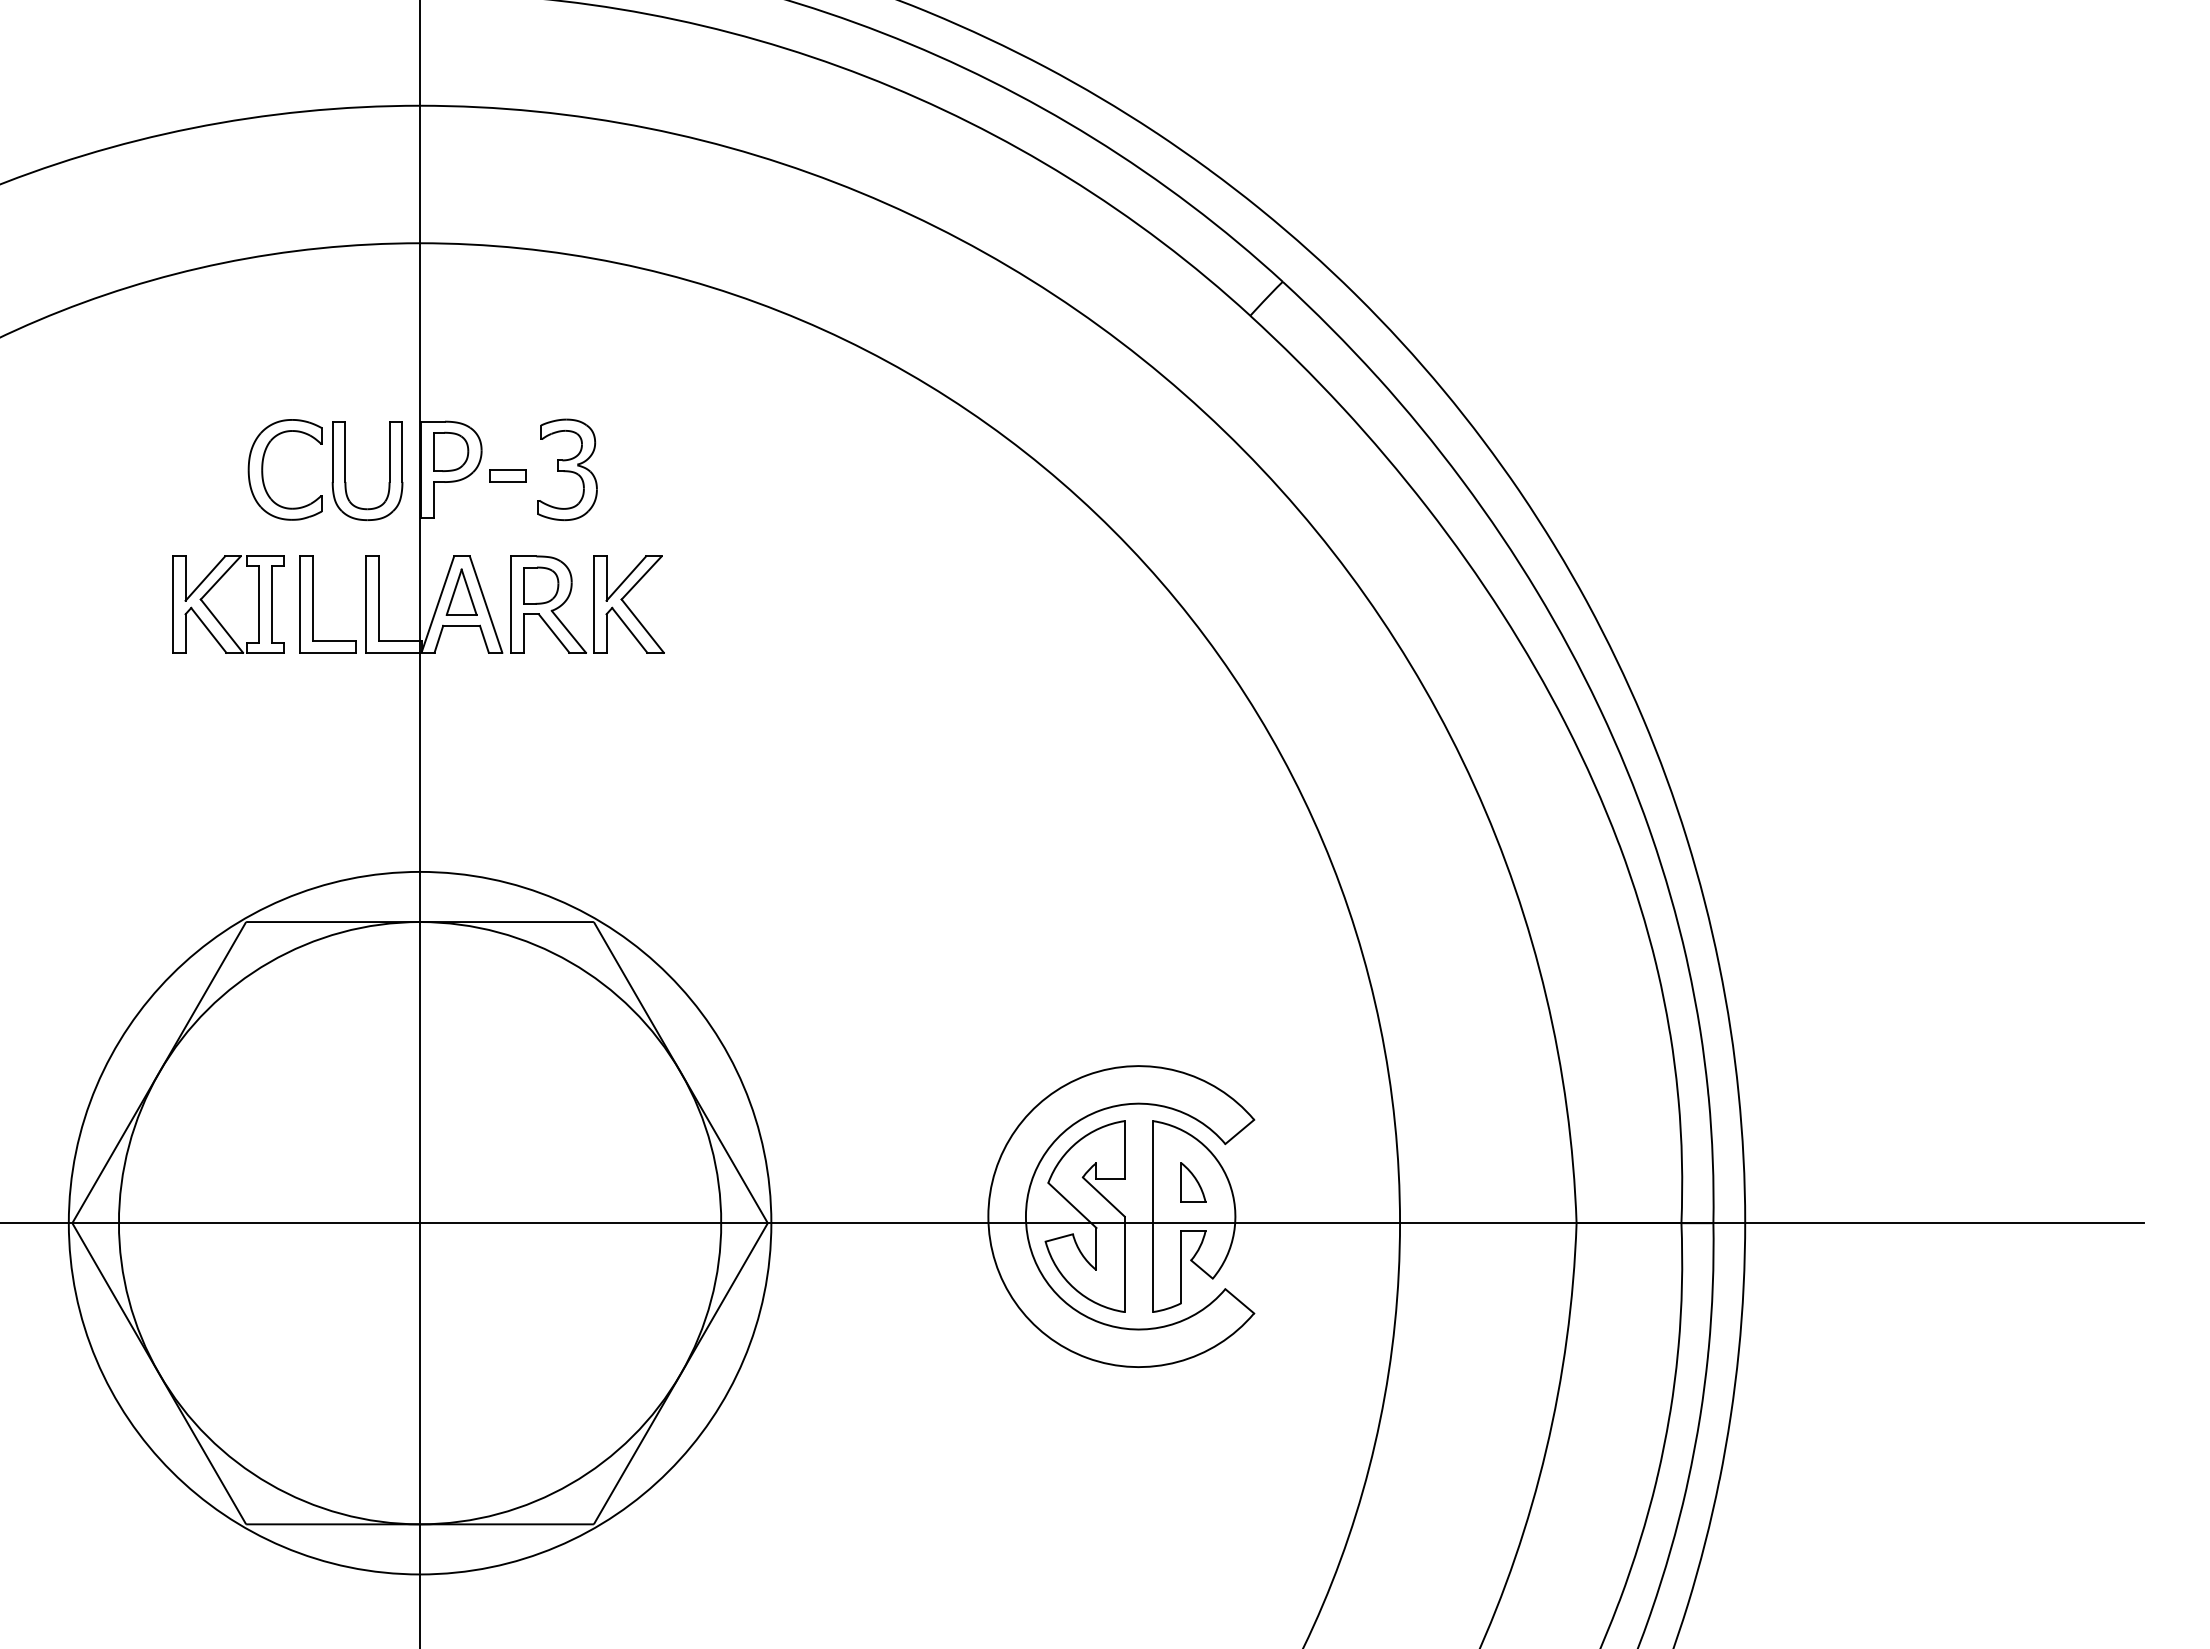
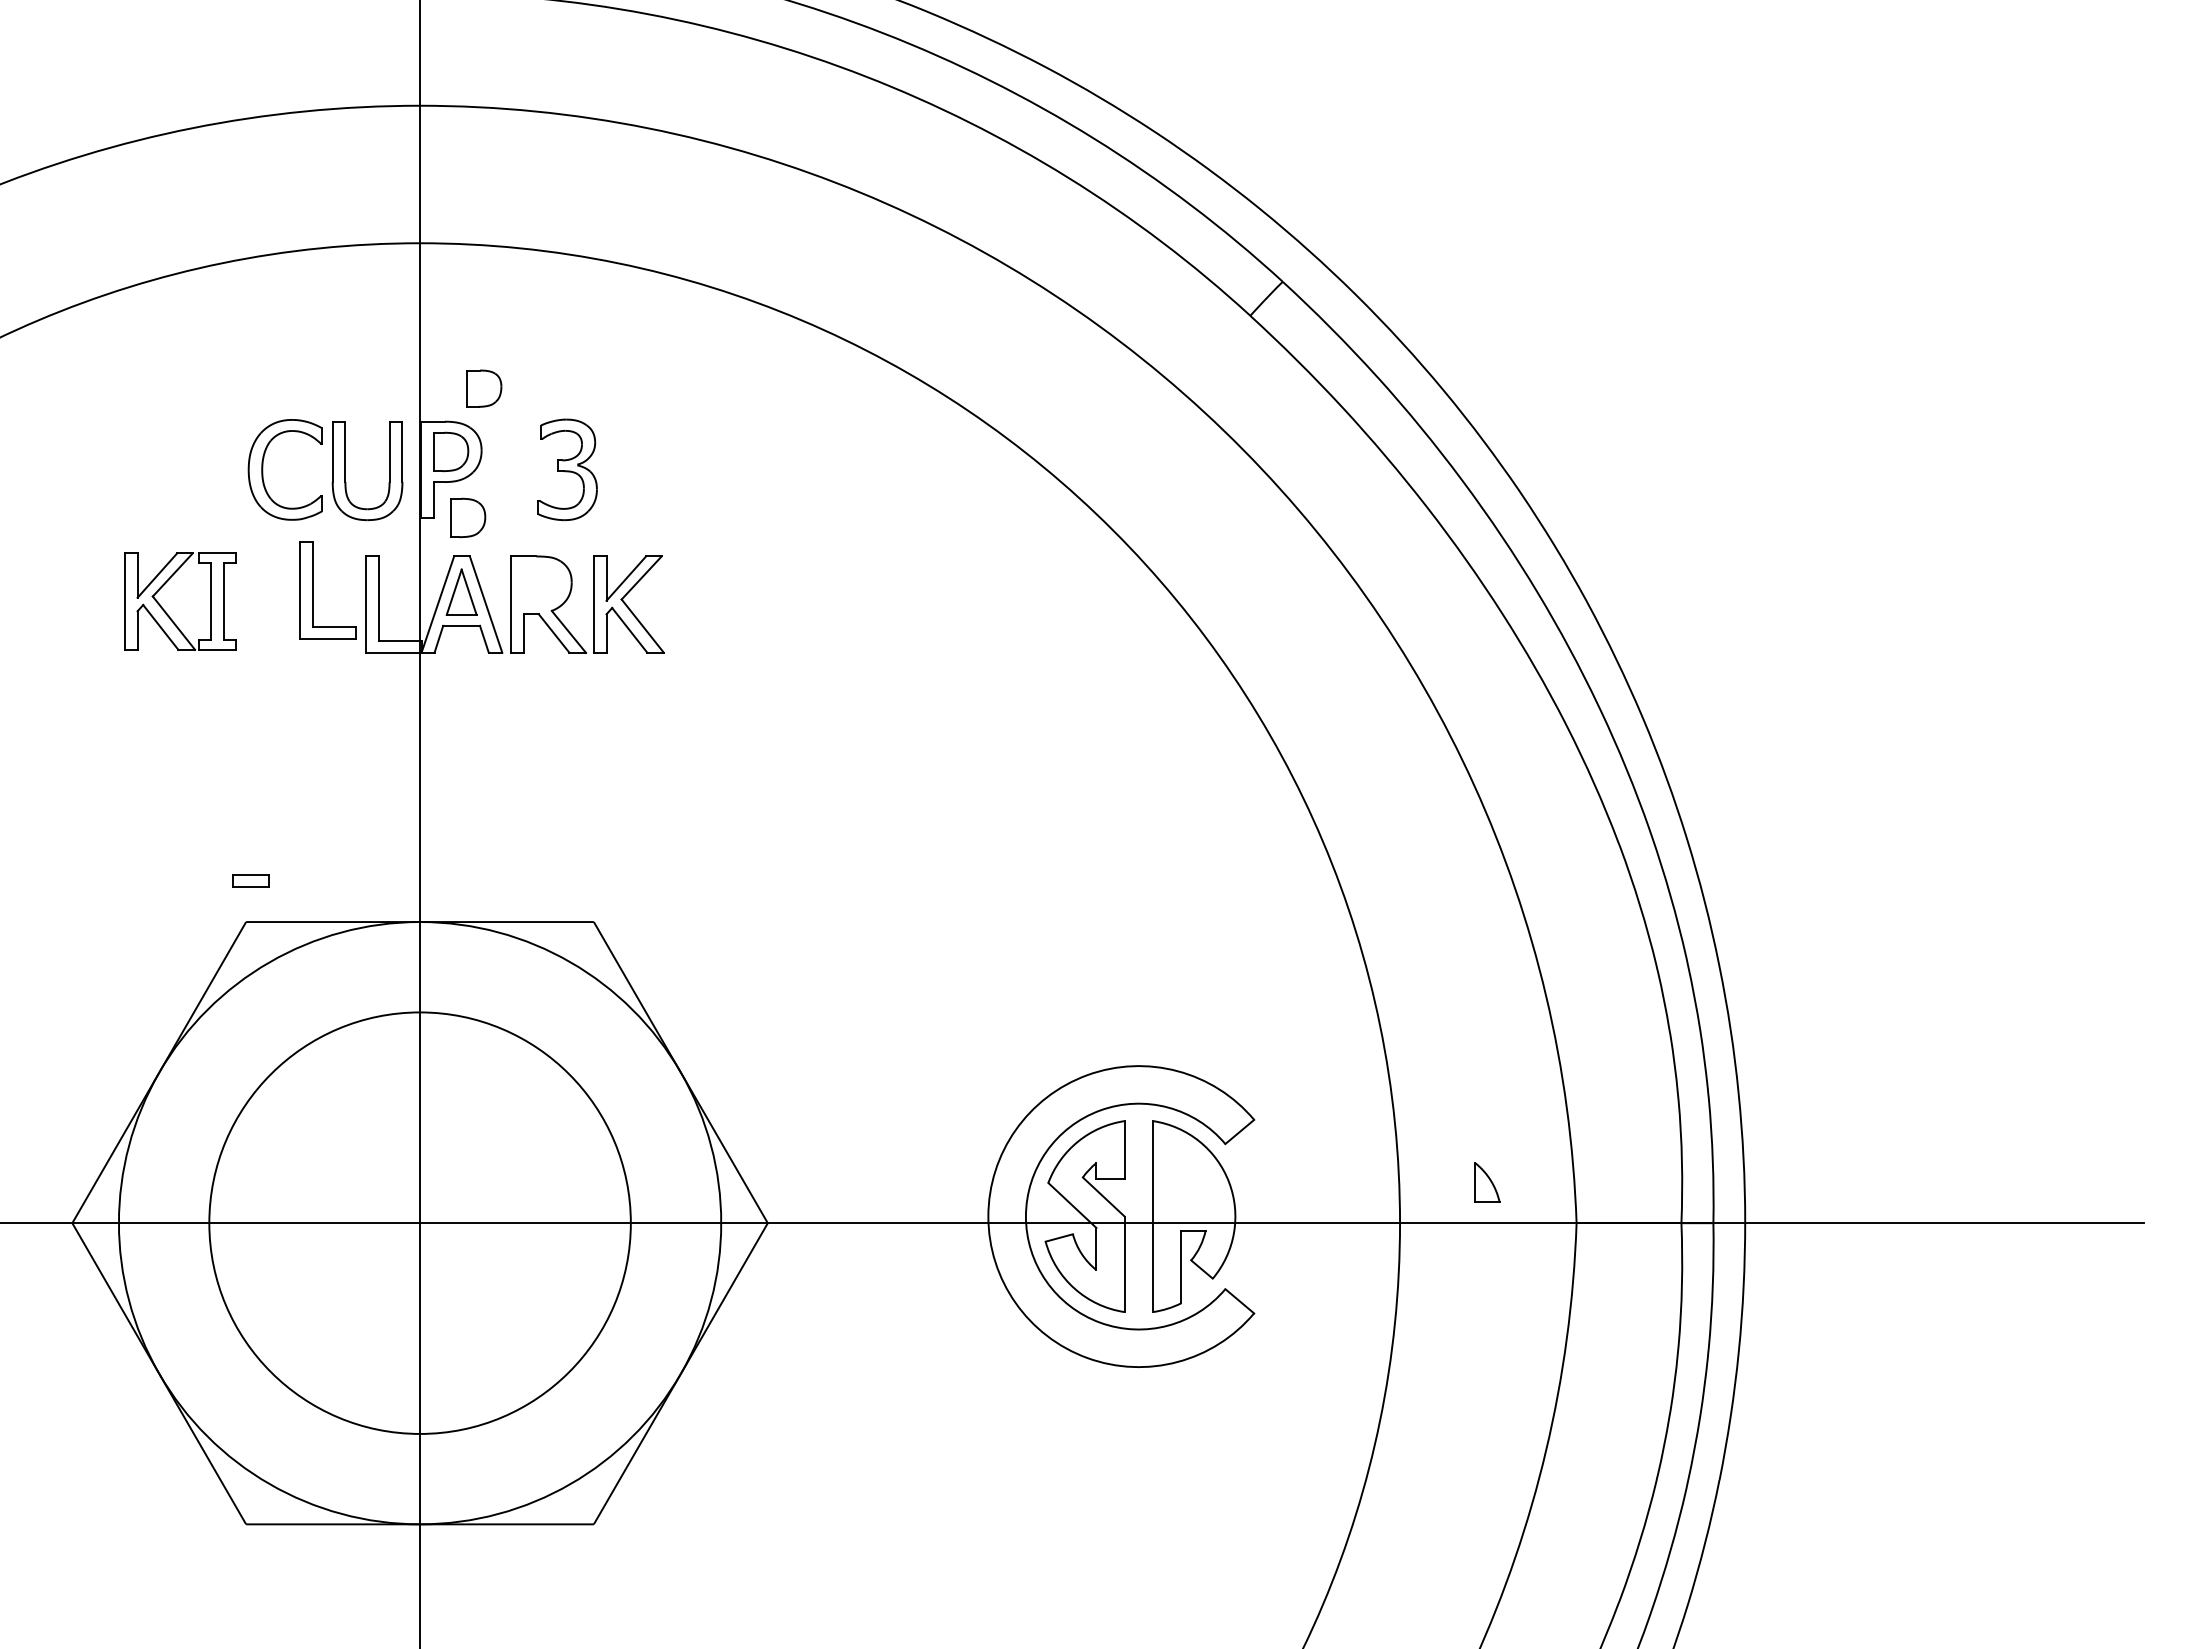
part at (507, 475) position: (507, 475) -> (250, 880)
part at (468, 517): none -> present
part at (541, 585) position: (541, 585) -> (484, 388)
part at (313, 604) position: (313, 604) -> (313, 590)
part at (213, 613) position: (213, 613) -> (165, 610)
part at (1193, 1182) position: (1193, 1182) -> (1487, 1182)
circle at (419, 1222) diameter: 703 px -> 422 px
